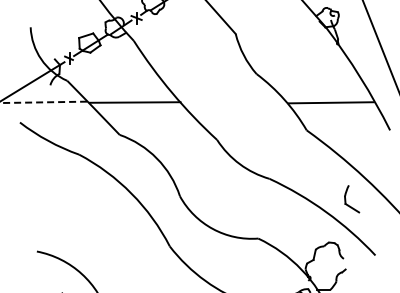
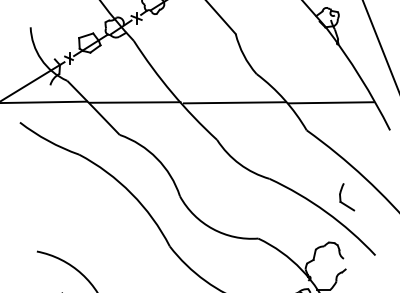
line at (44, 102): dashed -> solid
line at (234, 102): none -> present
part at (352, 199) position: (352, 199) -> (347, 197)
